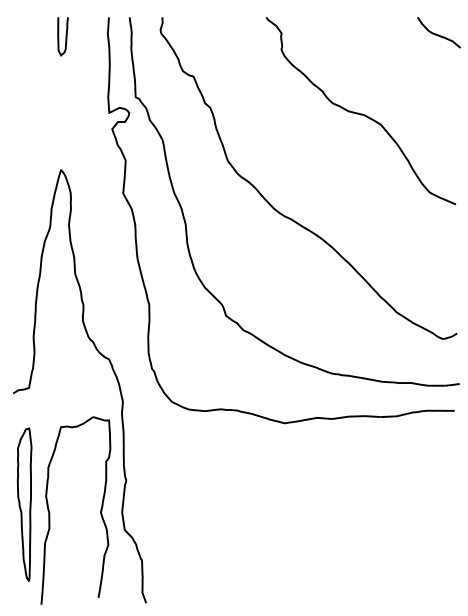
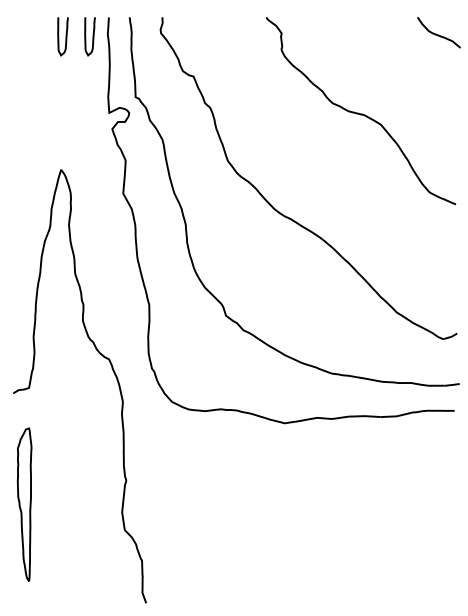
curve at (86, 36): none -> present
curve at (100, 510): present -> none
